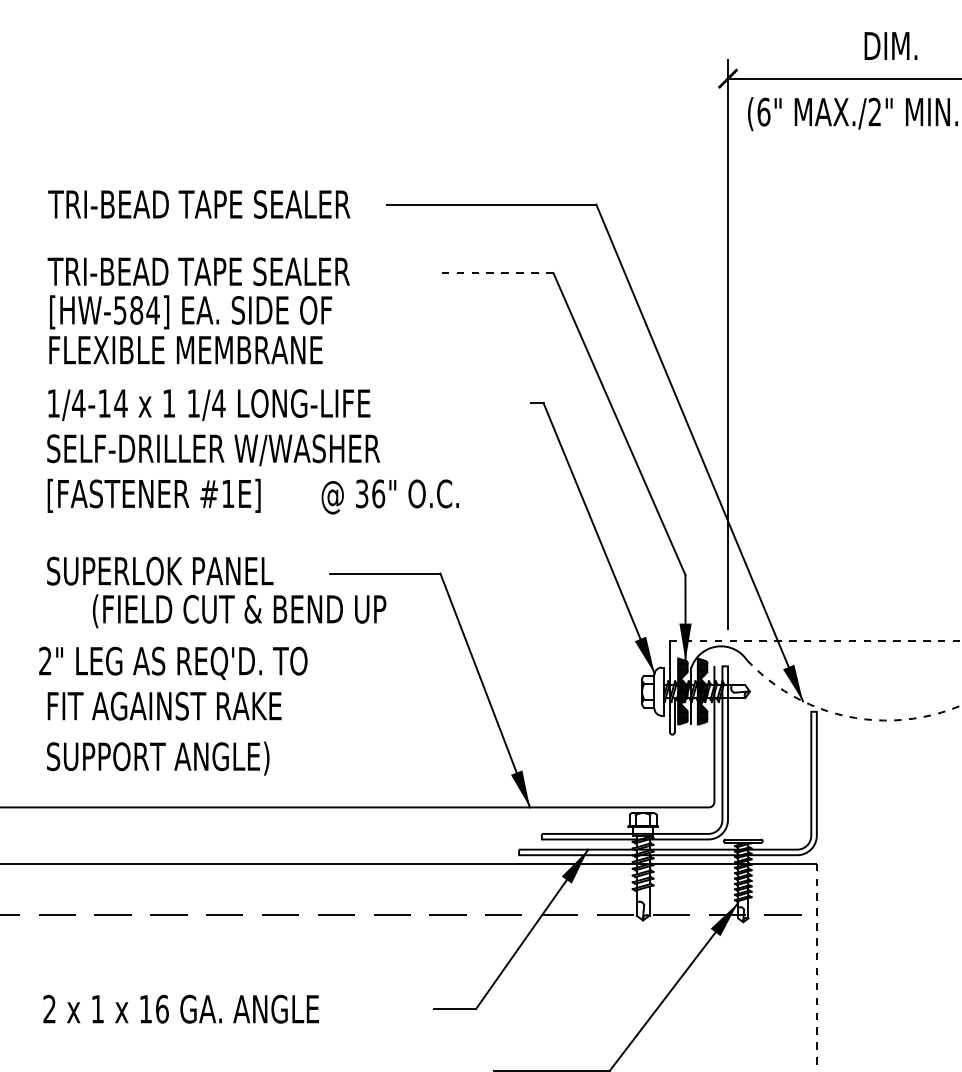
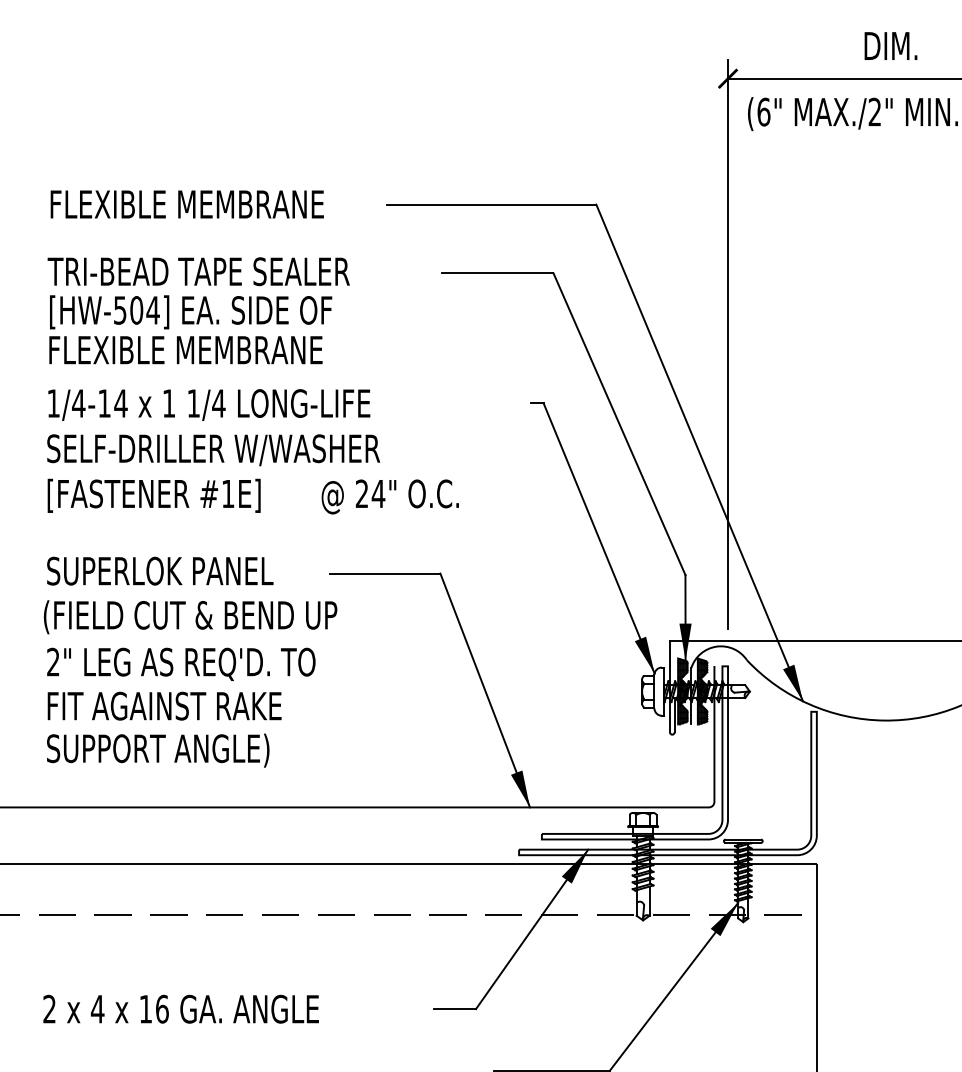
text at (199, 204): TRI-BEAD TAPE SEALER -> FLEXIBLE MEMBRANE
line at (497, 273): dashed -> solid
text at (136, 310): [HW-584] -> [HW-504]
text at (370, 493): 36" -> 24"
text at (239, 611) position: (239, 611) -> (190, 617)
line at (816, 641): dashed -> solid
text at (173, 662) position: (173, 662) -> (181, 663)
arc at (847, 716): dashed -> solid
text at (158, 758) position: (158, 758) -> (158, 750)
line at (816, 967): dashed -> solid
text at (97, 1009): 1 -> 4
